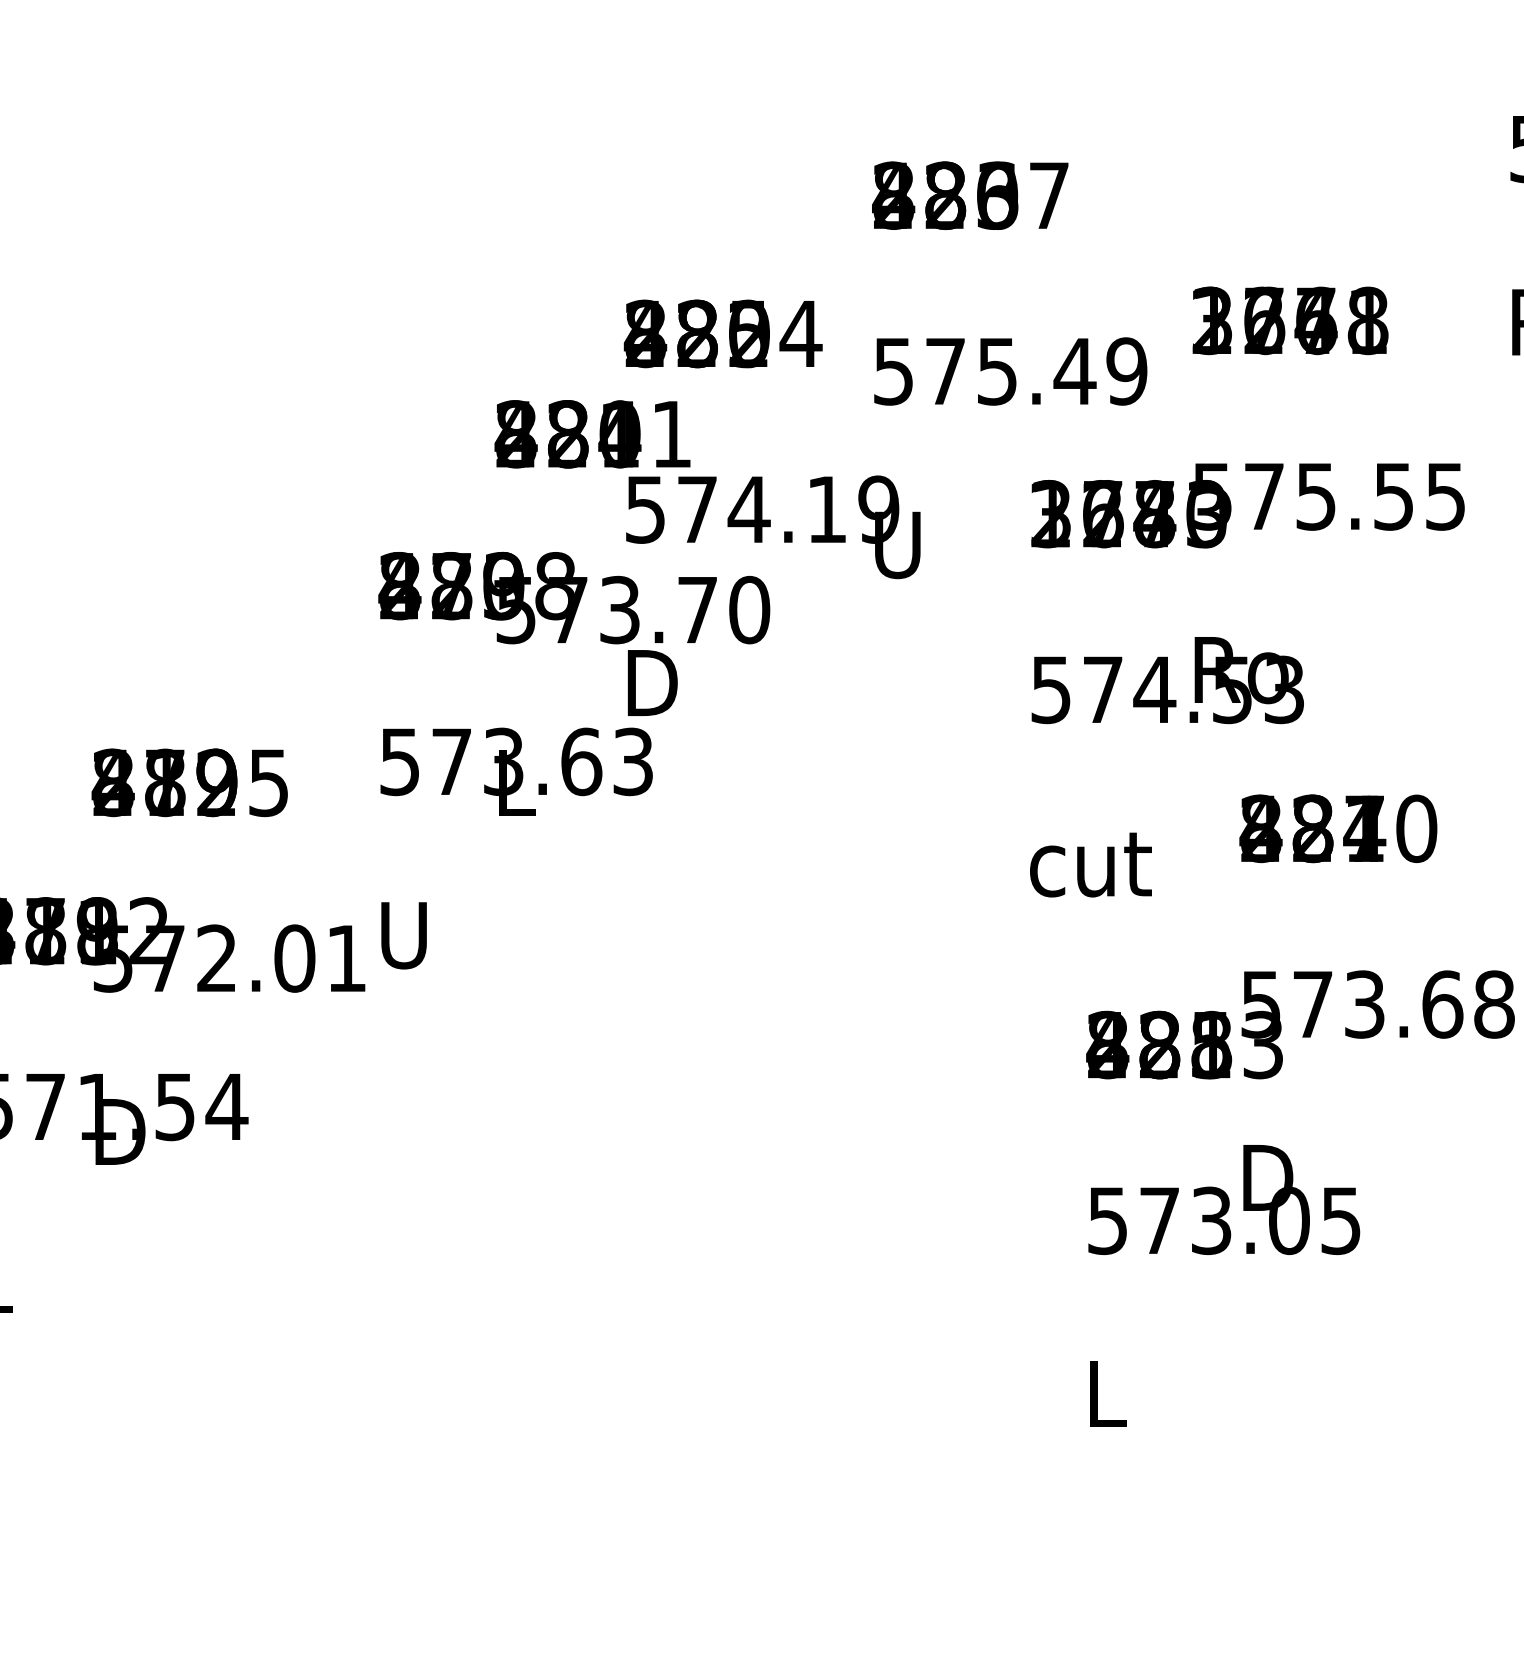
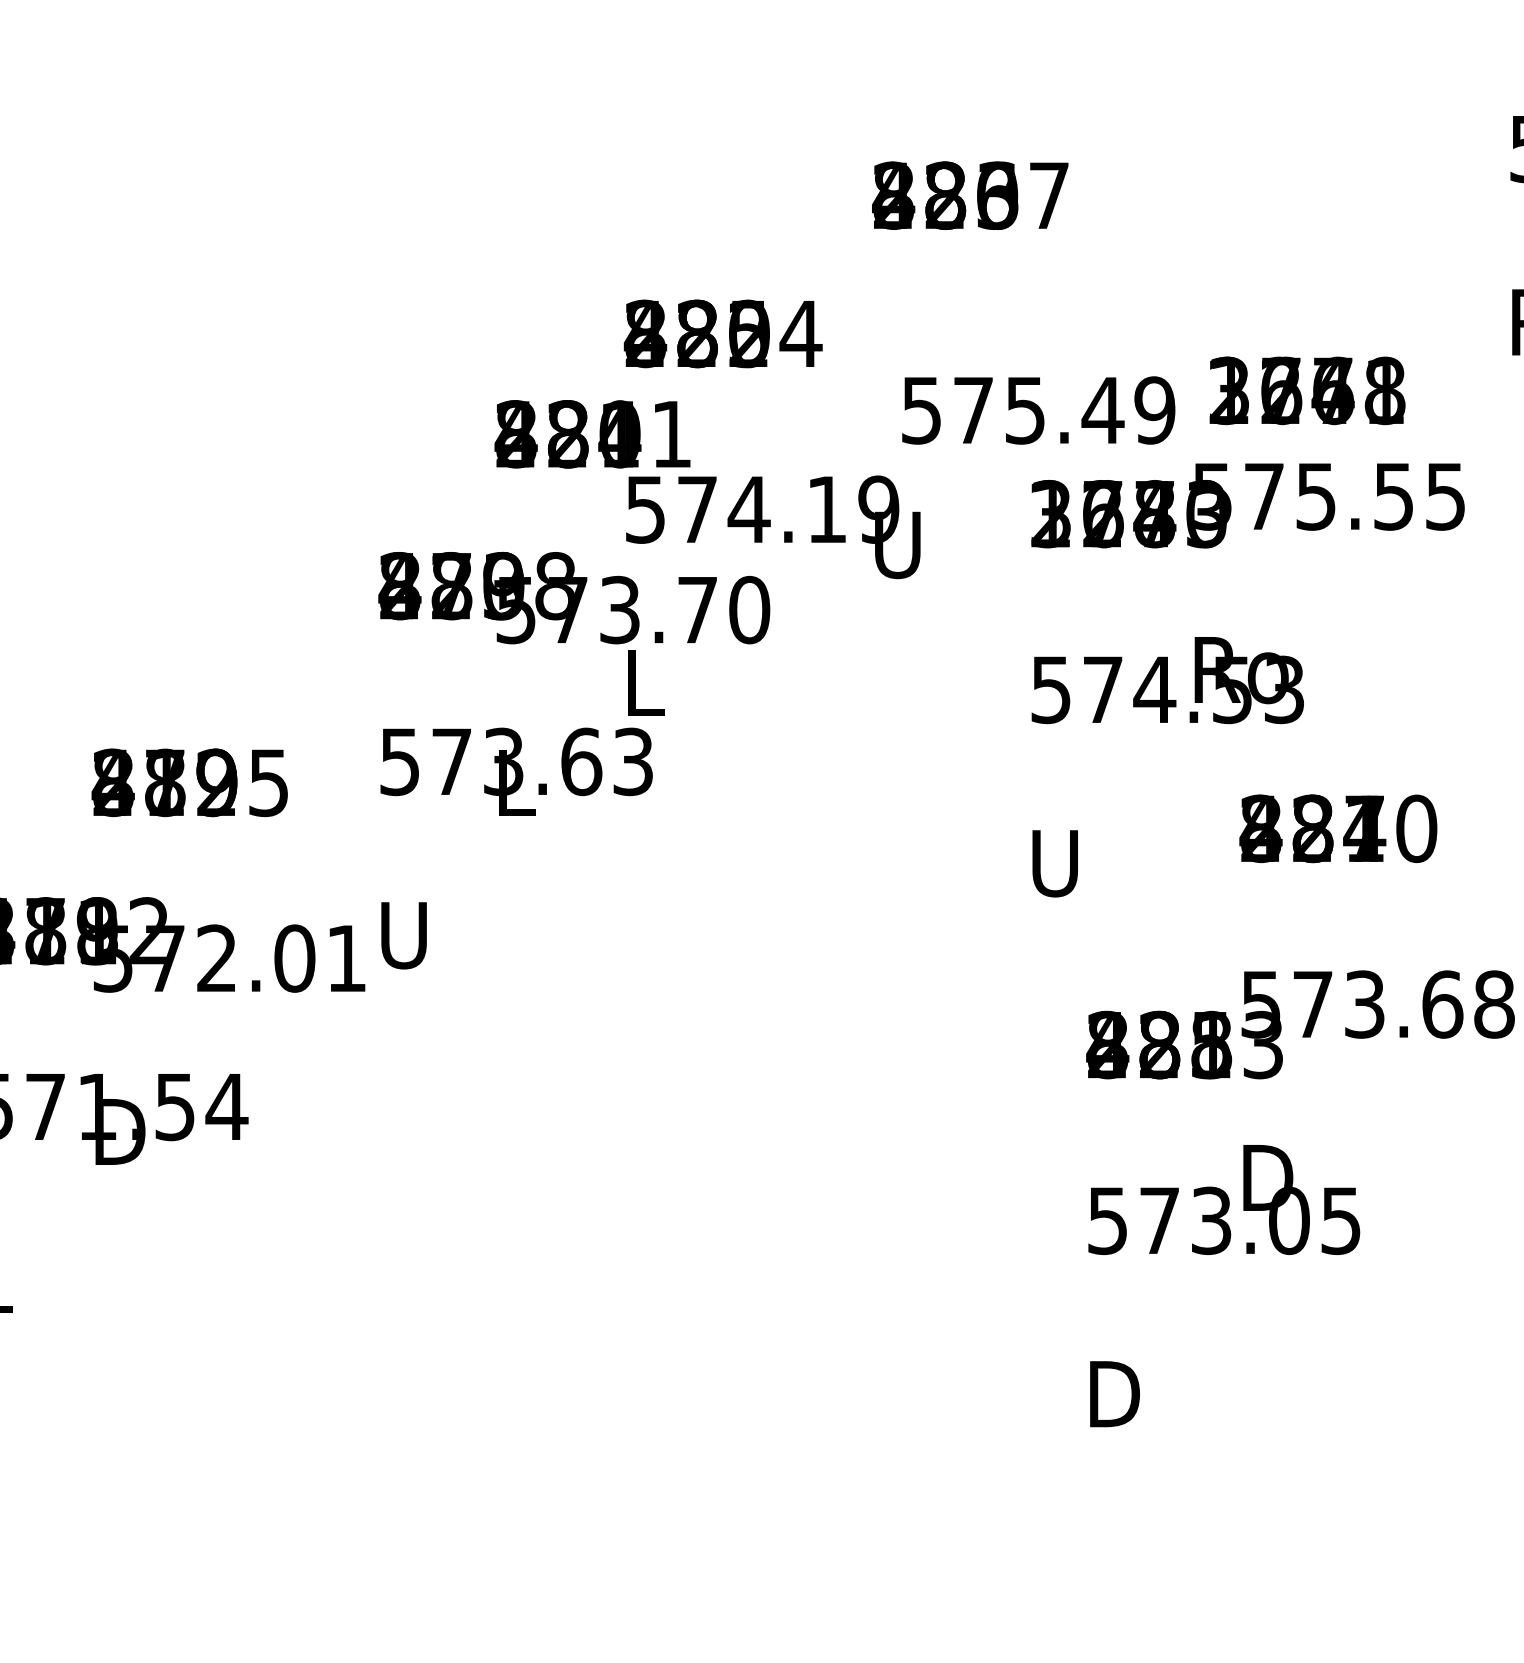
text at (1290, 320) position: (1290, 320) -> (1307, 390)
text at (1010, 371) position: (1010, 371) -> (1038, 410)
text at (652, 682): D -> L
text at (1090, 863): cut -> U
text at (1114, 1394): L -> D
